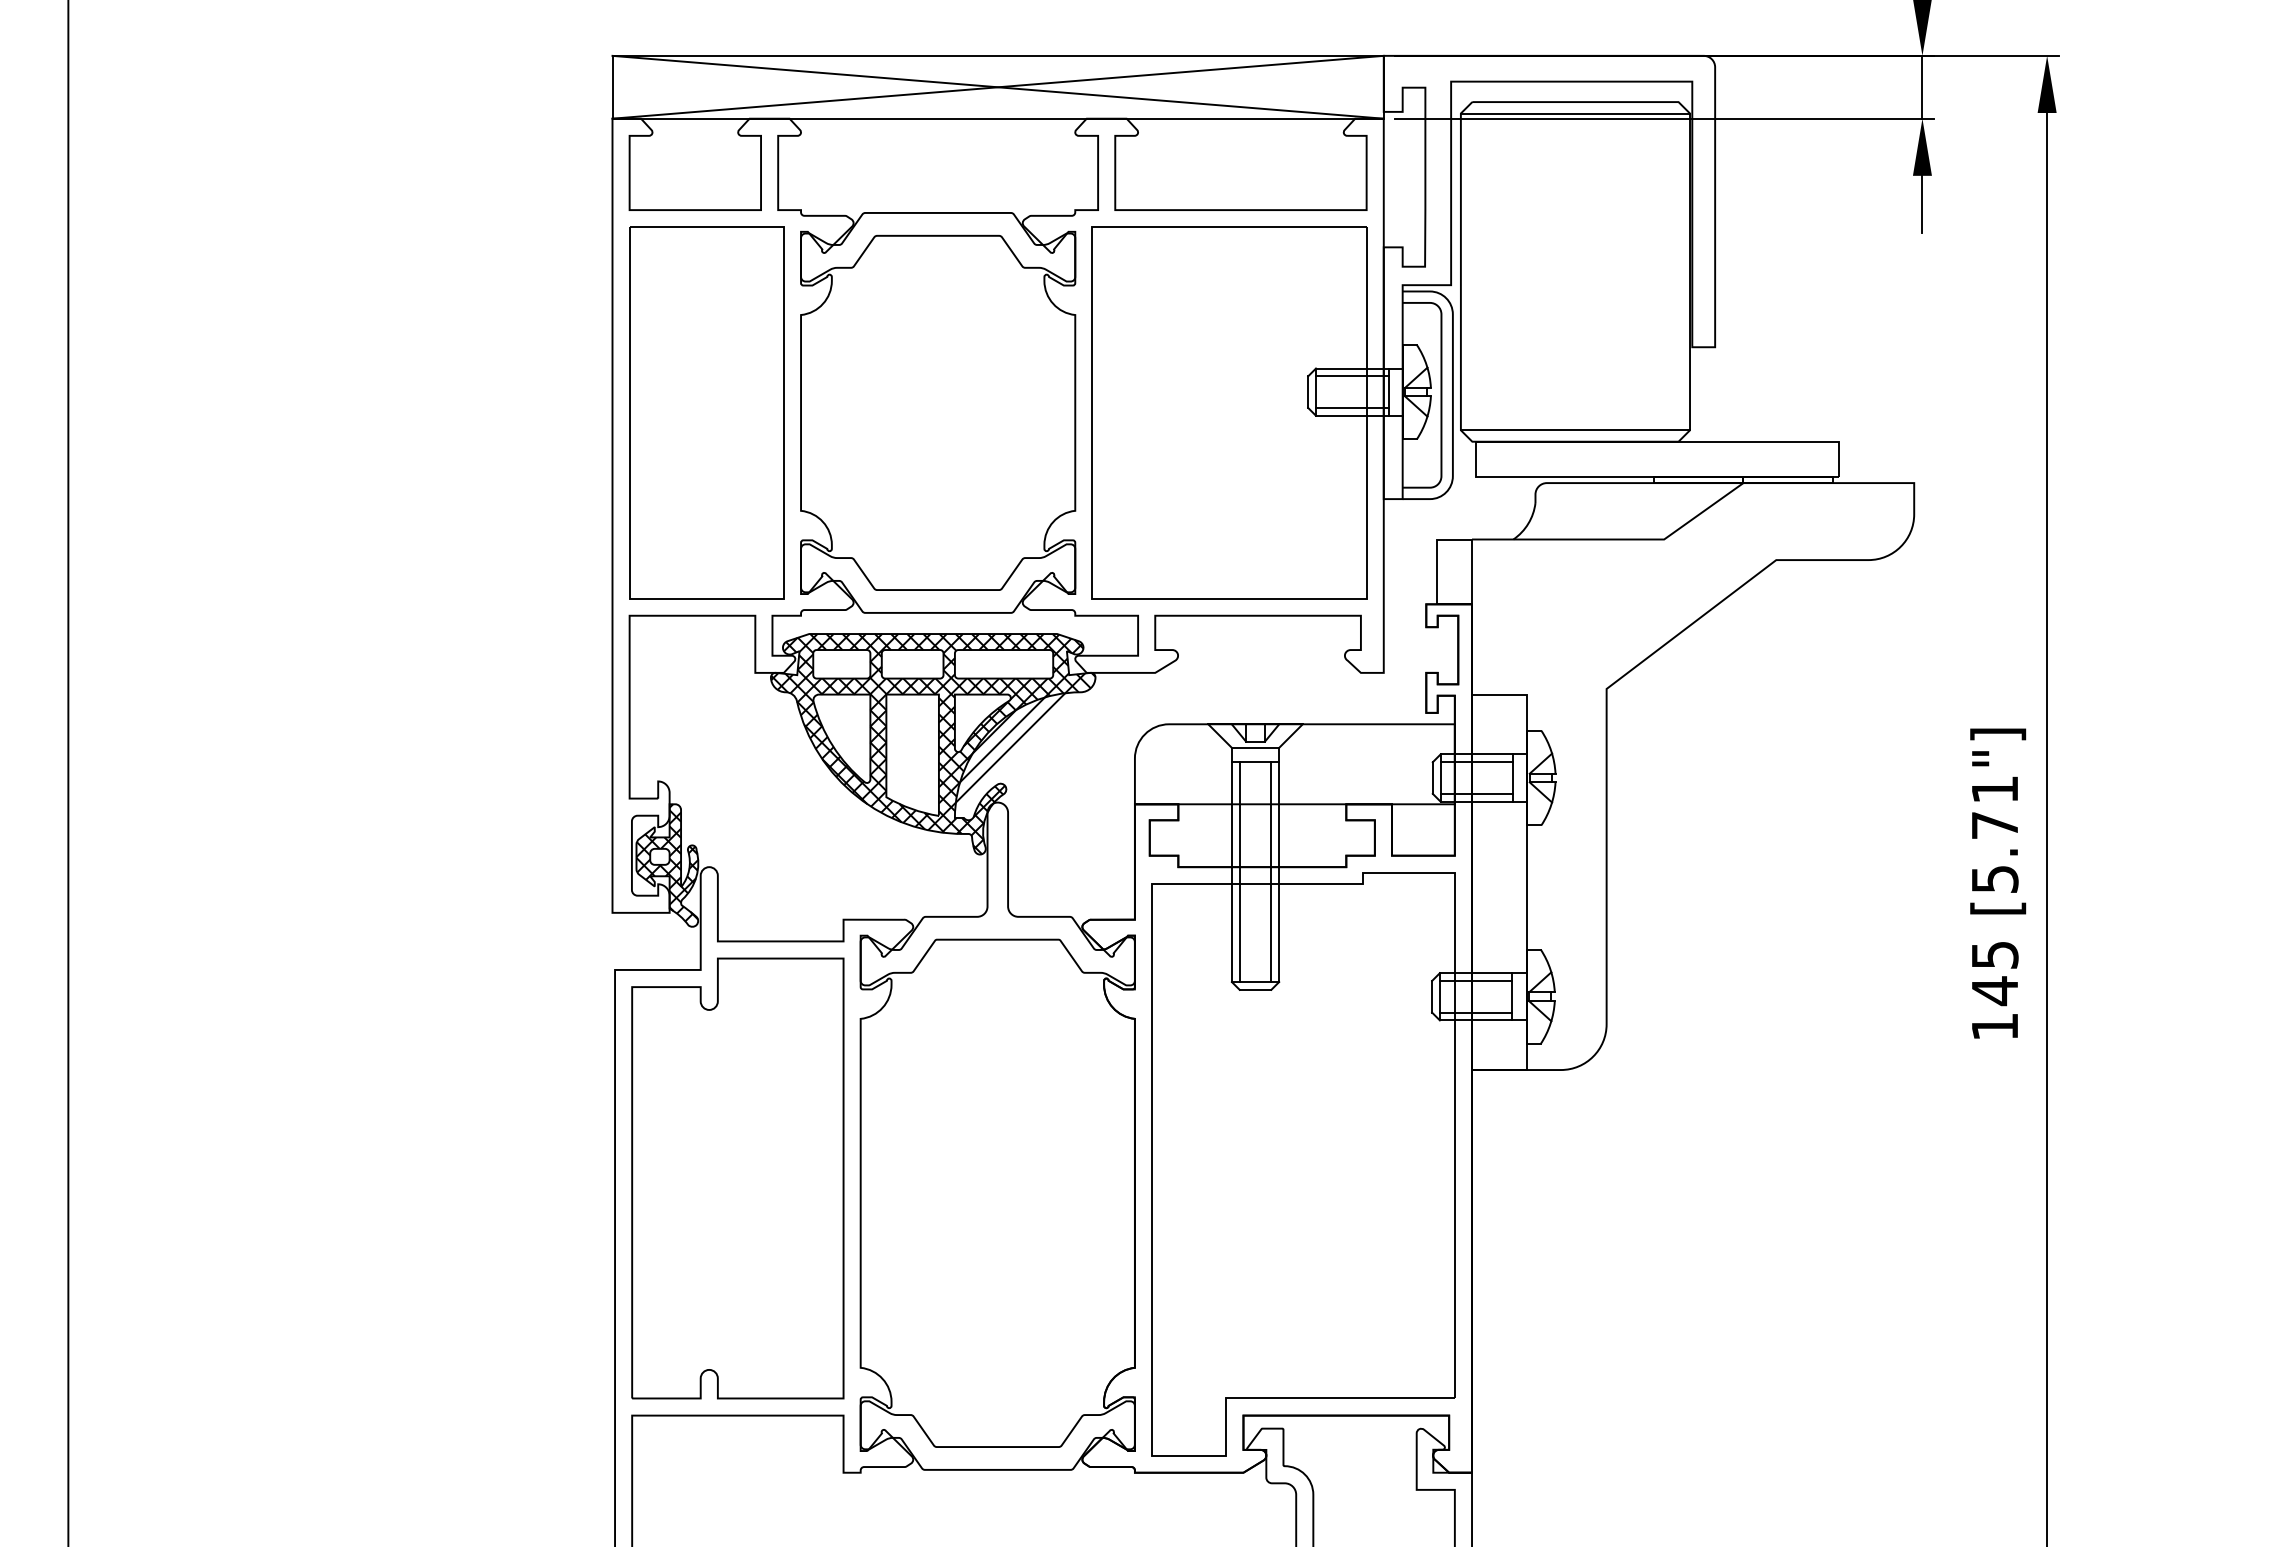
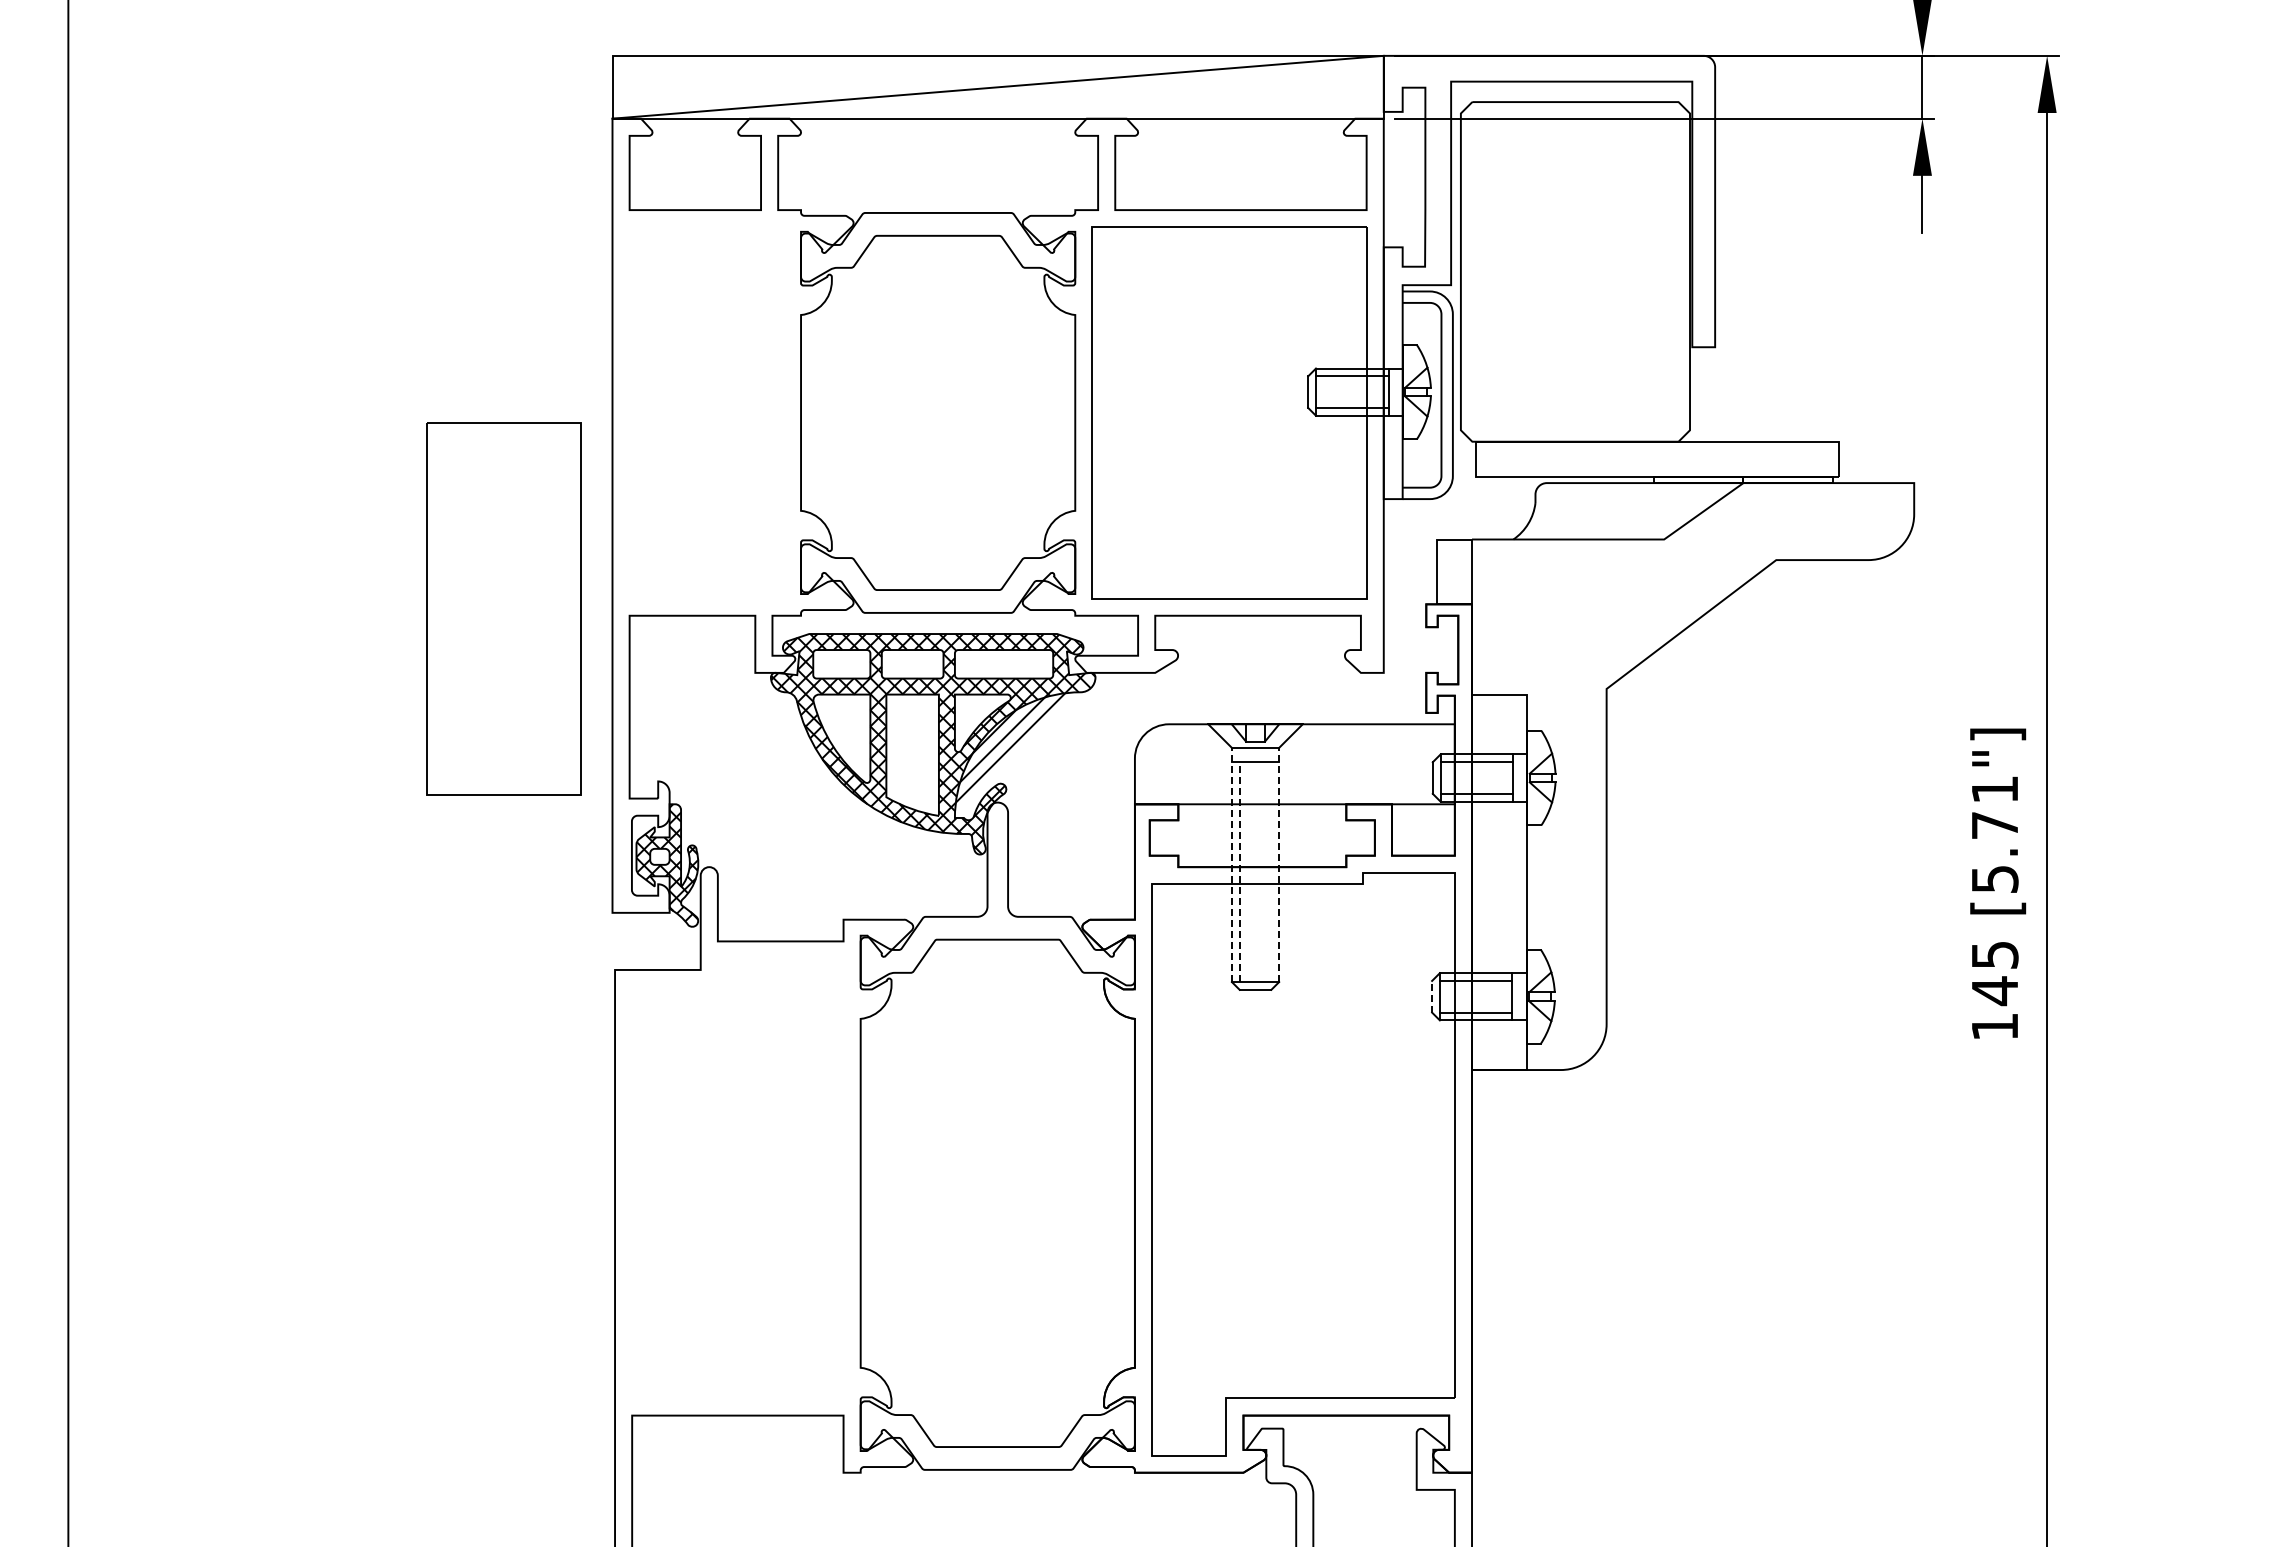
line at (997, 86): present -> none
line at (1575, 113): present -> none
part at (706, 412) position: (706, 412) -> (503, 608)
line at (1575, 430): present -> none
line at (1231, 864): solid -> dashed
line at (1279, 864): solid -> dashed
line at (1239, 871): solid -> dashed
line at (1271, 872): present -> none
line at (1432, 996): solid -> dashed
part at (737, 1178): present -> none
